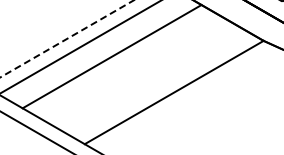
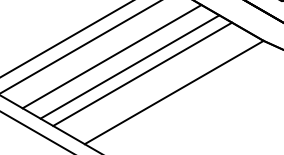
line at (66, 39): dashed -> solid
line at (129, 66): none -> present
line at (142, 73): none -> present
